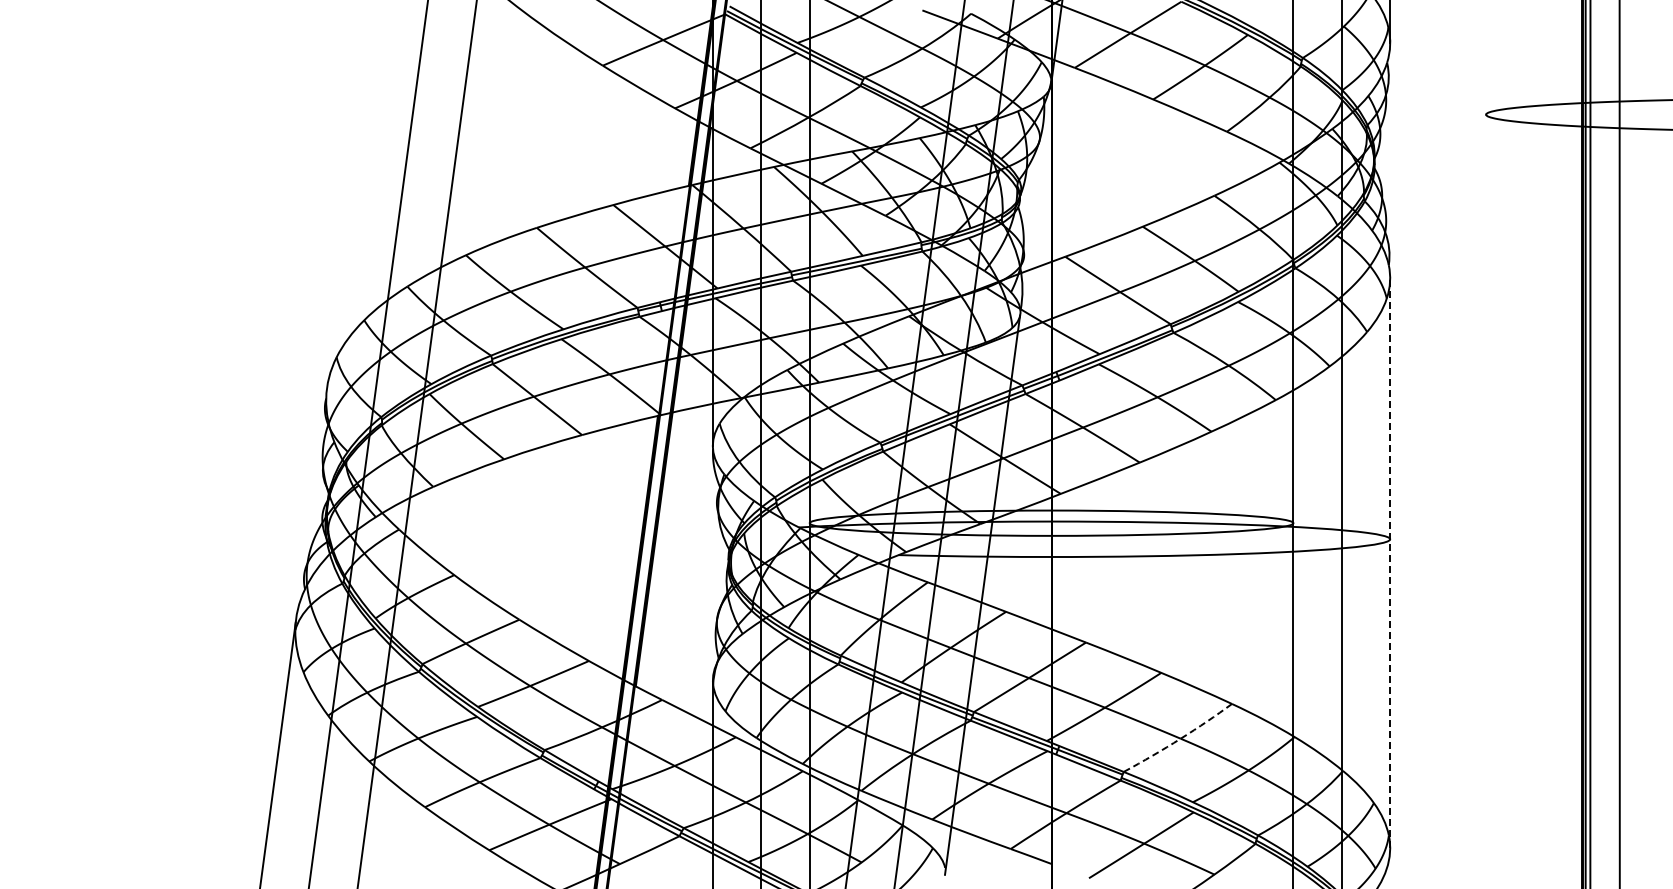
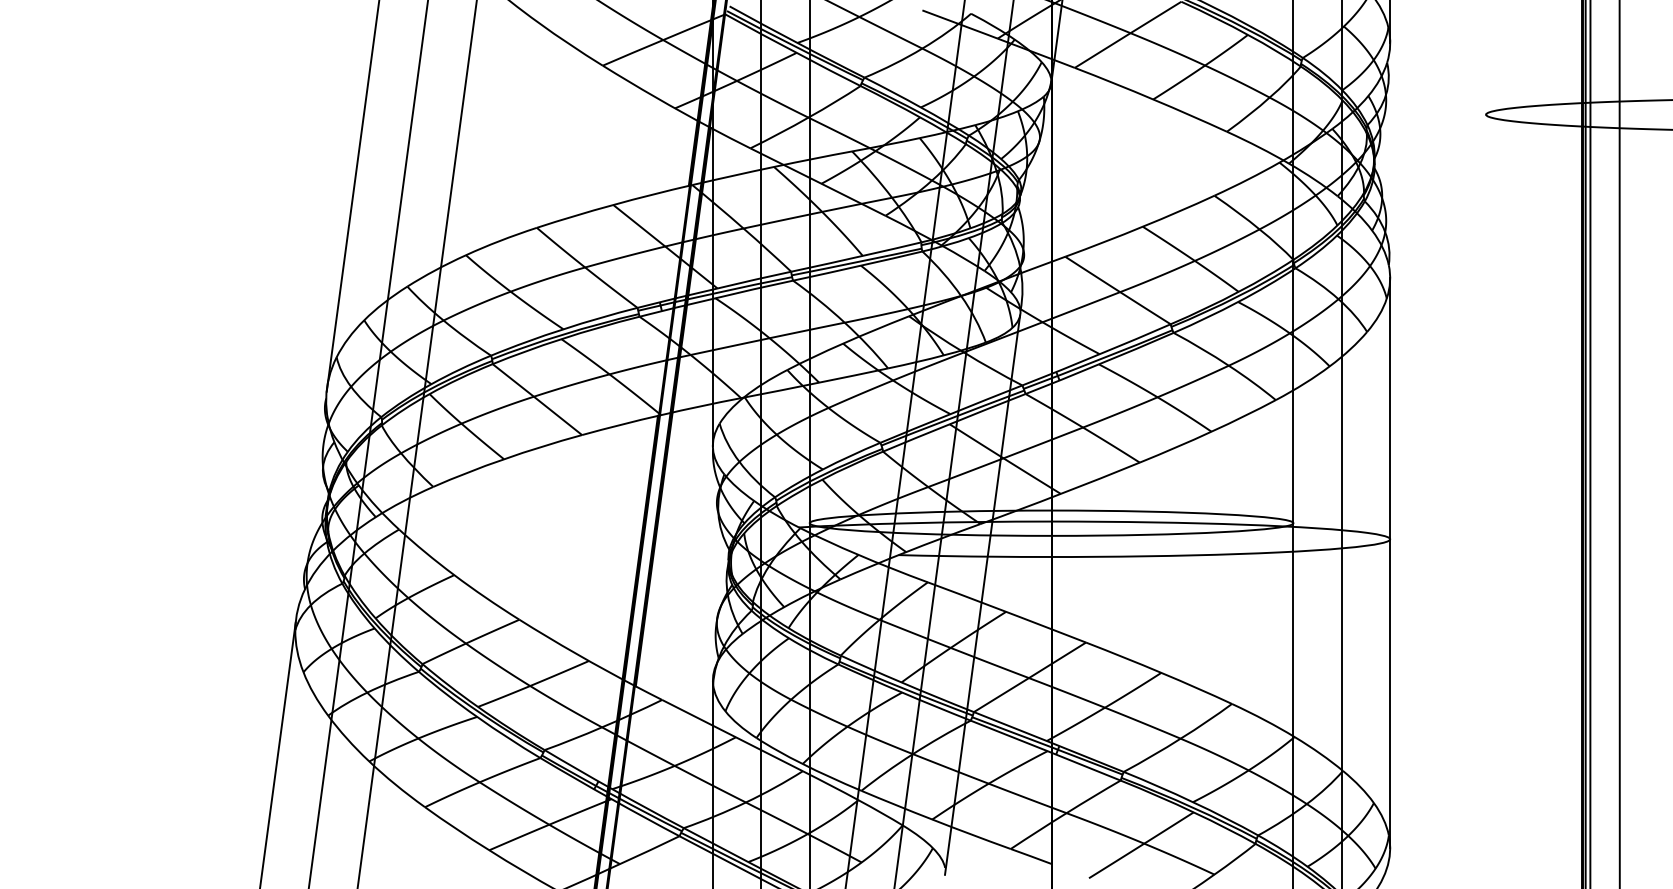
line at (352, 196): none -> present
line at (1390, 562): dashed -> solid
arc at (1180, 738): dashed -> solid
